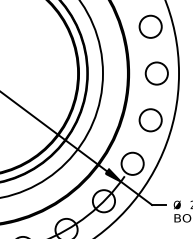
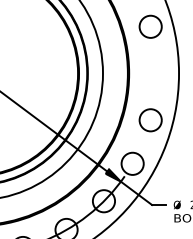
circle at (156, 73): present -> none
